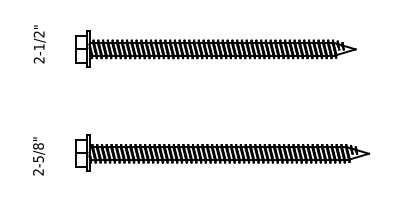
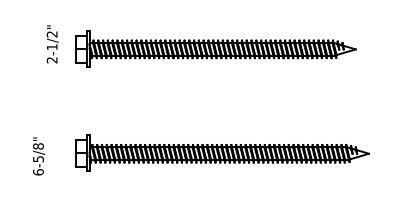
text at (39, 44) position: (39, 44) -> (52, 44)
text at (38, 172): 2-5/8" -> 6-5/8"
